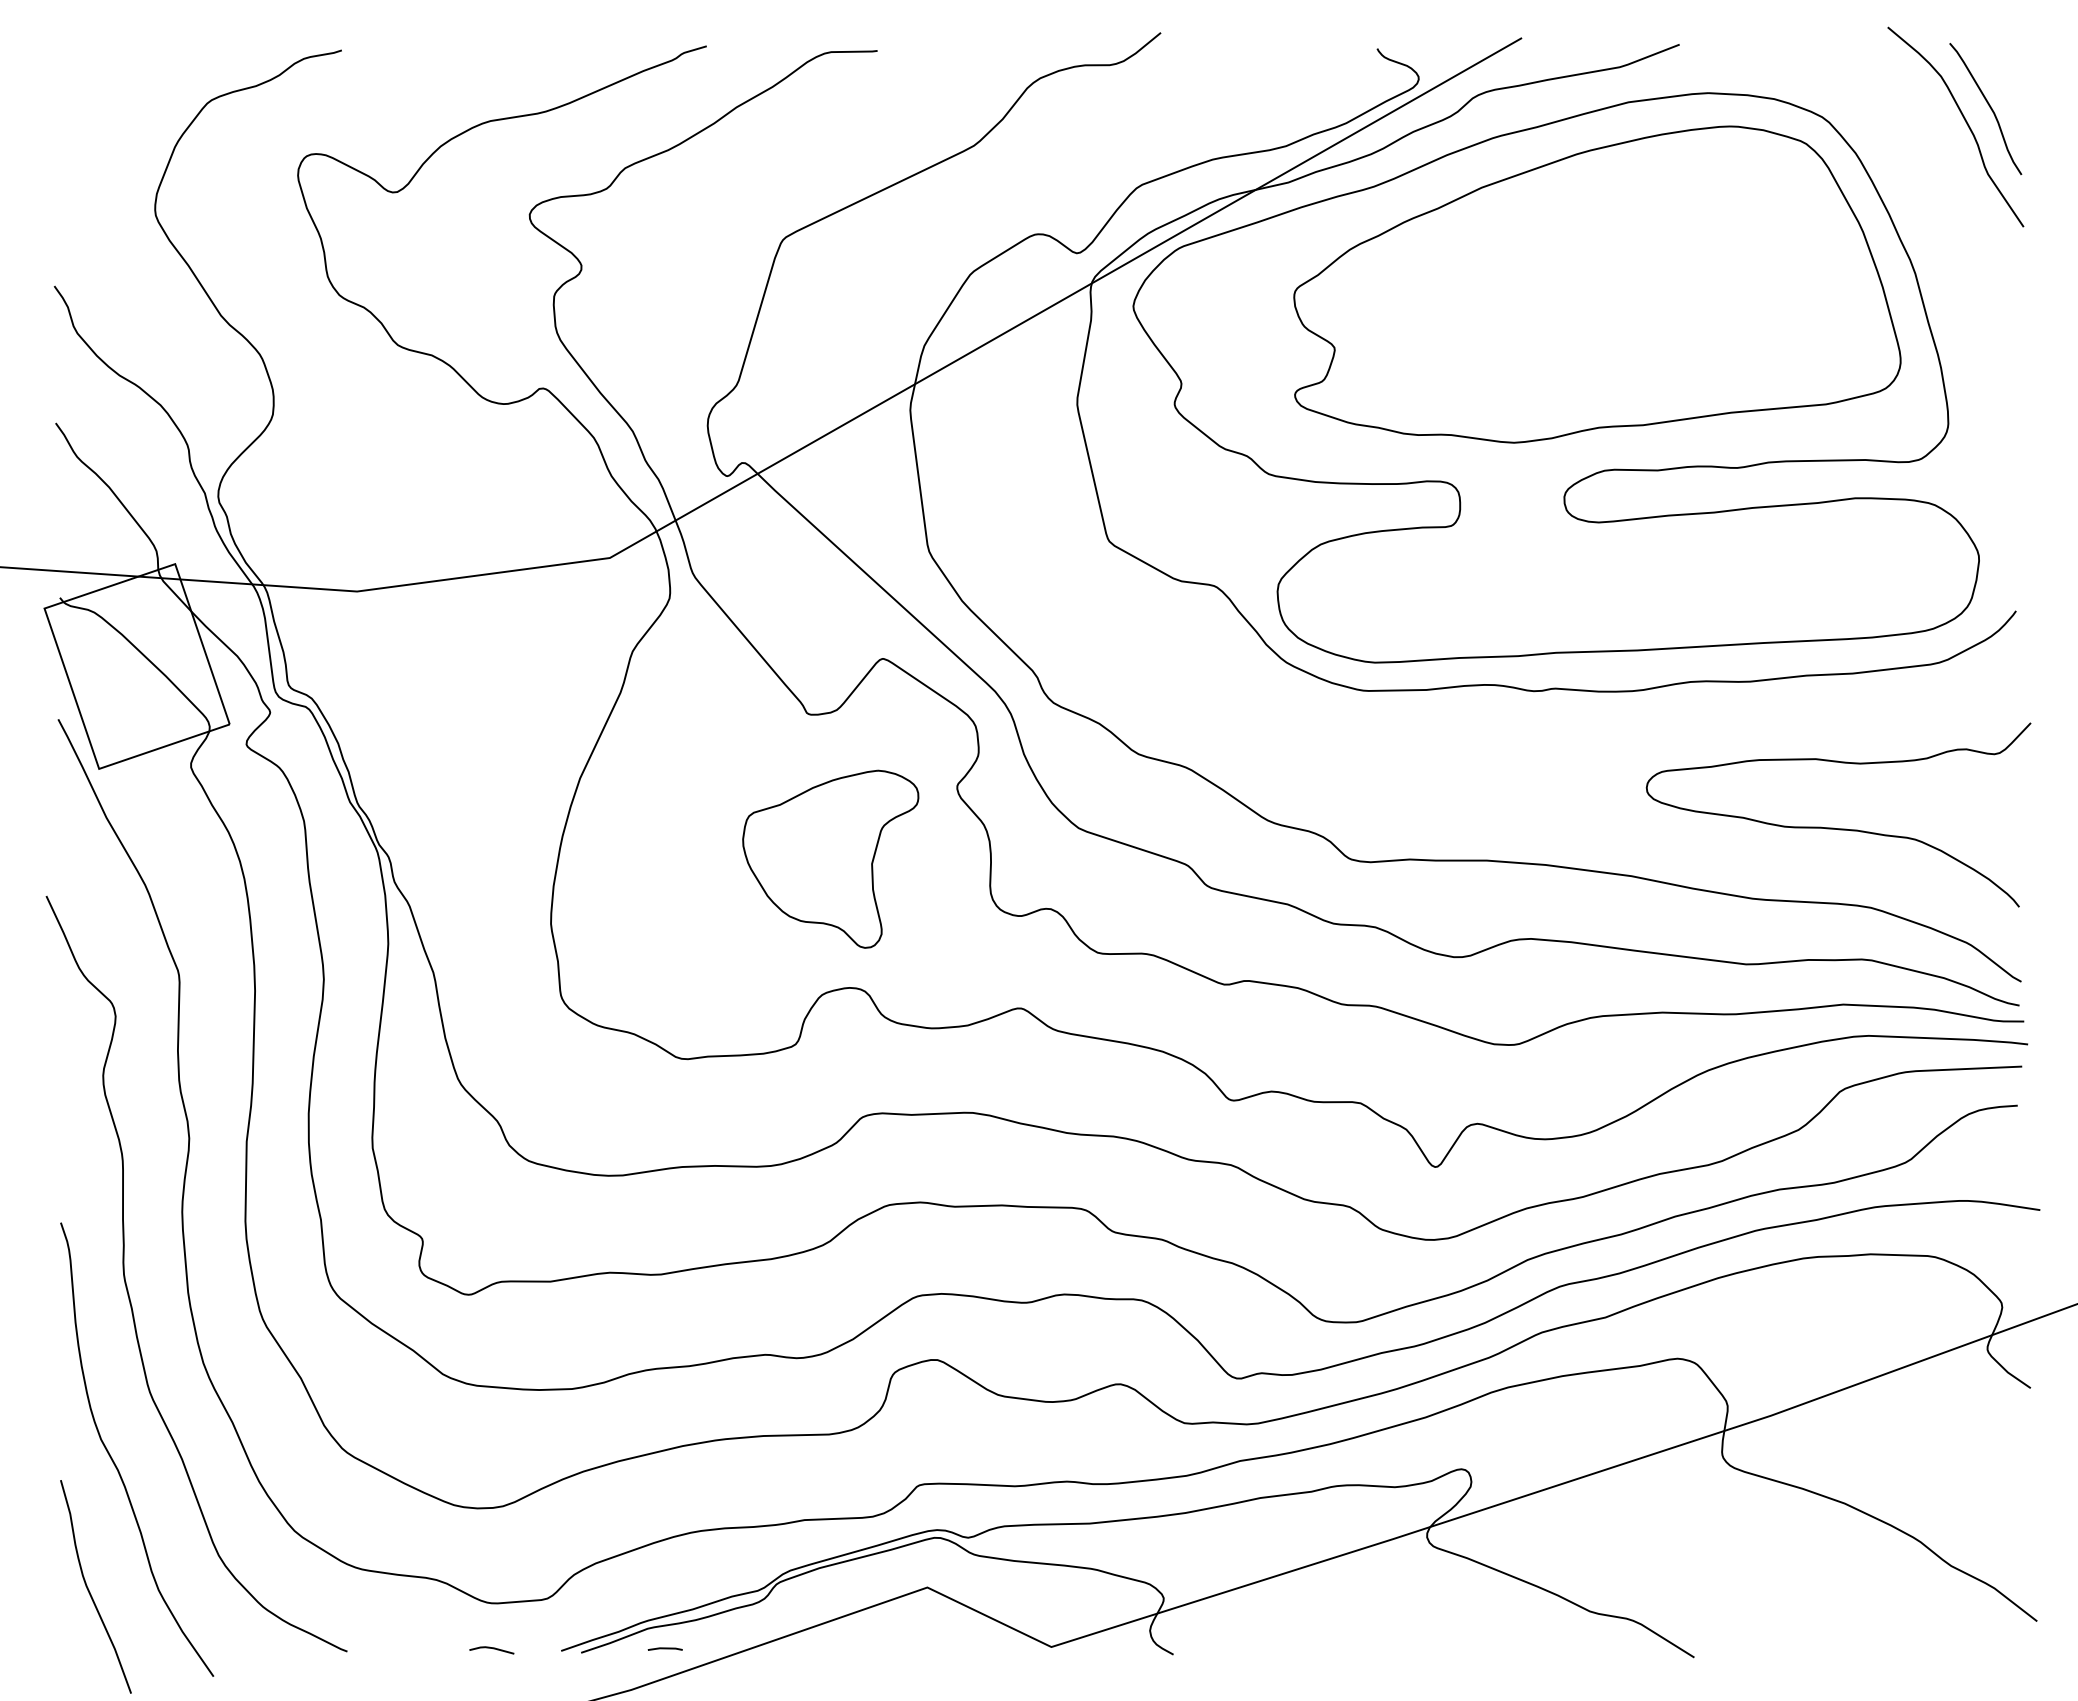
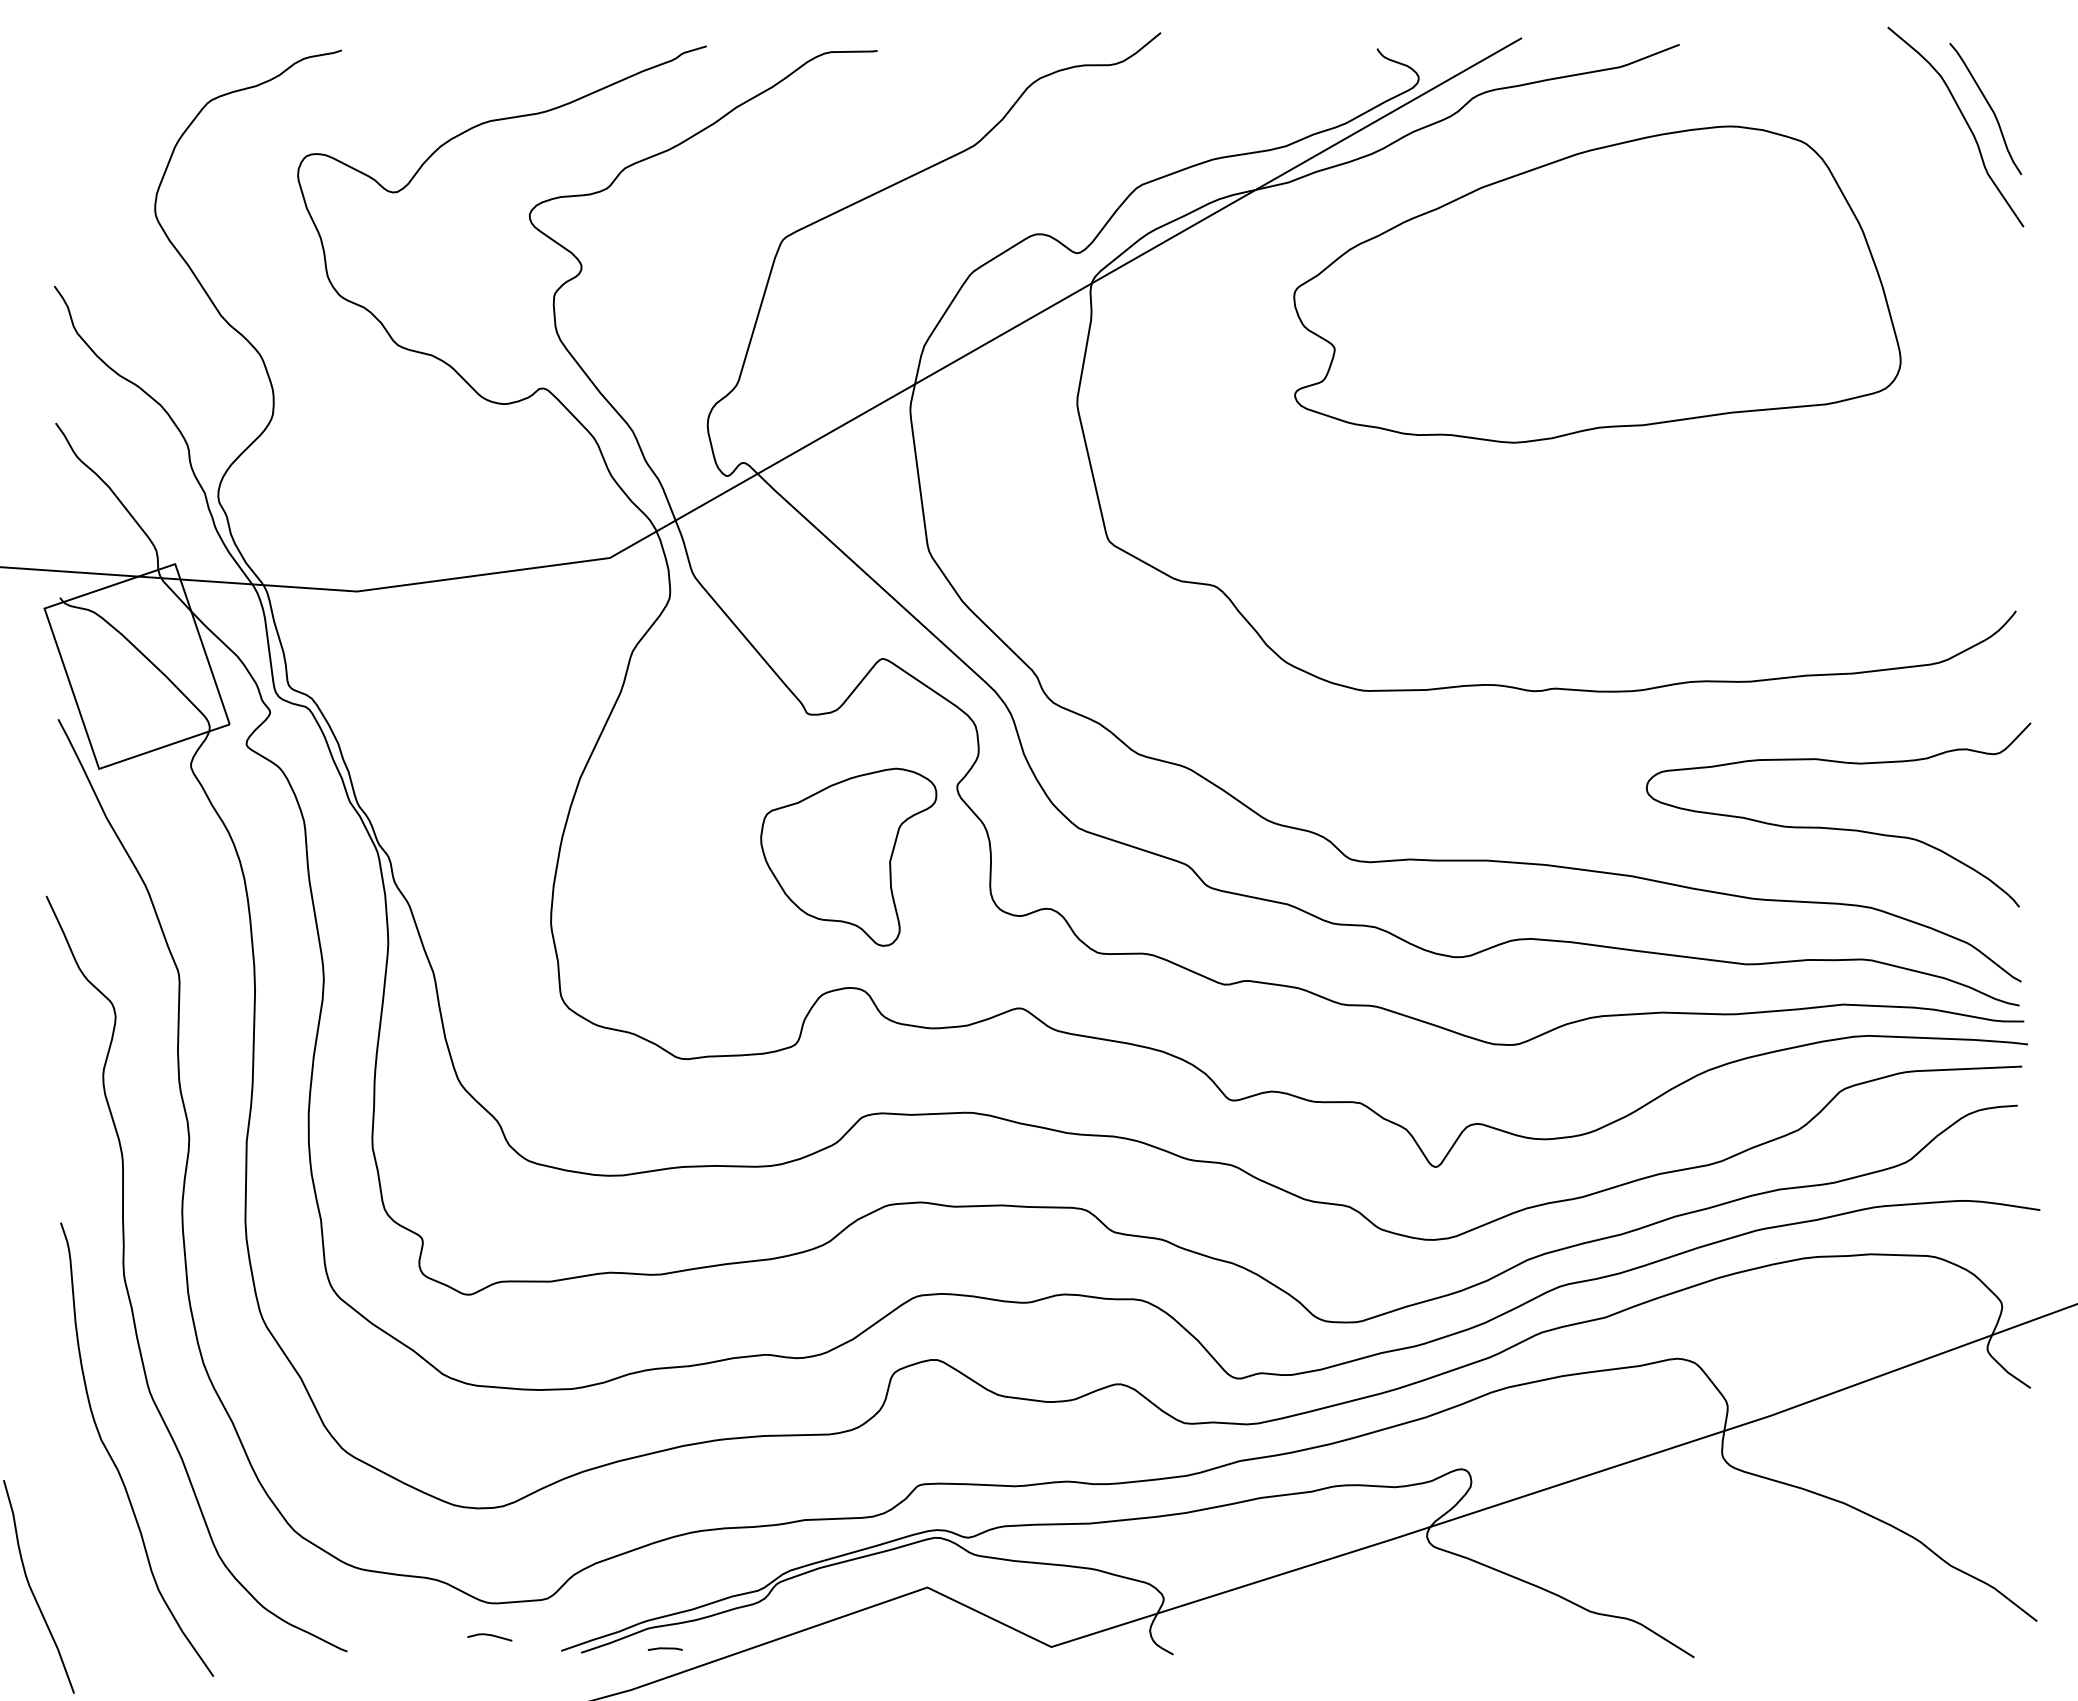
part at (1555, 377): present -> none
part at (830, 858) position: (830, 858) -> (848, 856)
curve at (89, 1589) position: (89, 1589) -> (32, 1589)
line at (491, 1648) position: (491, 1648) -> (489, 1635)
